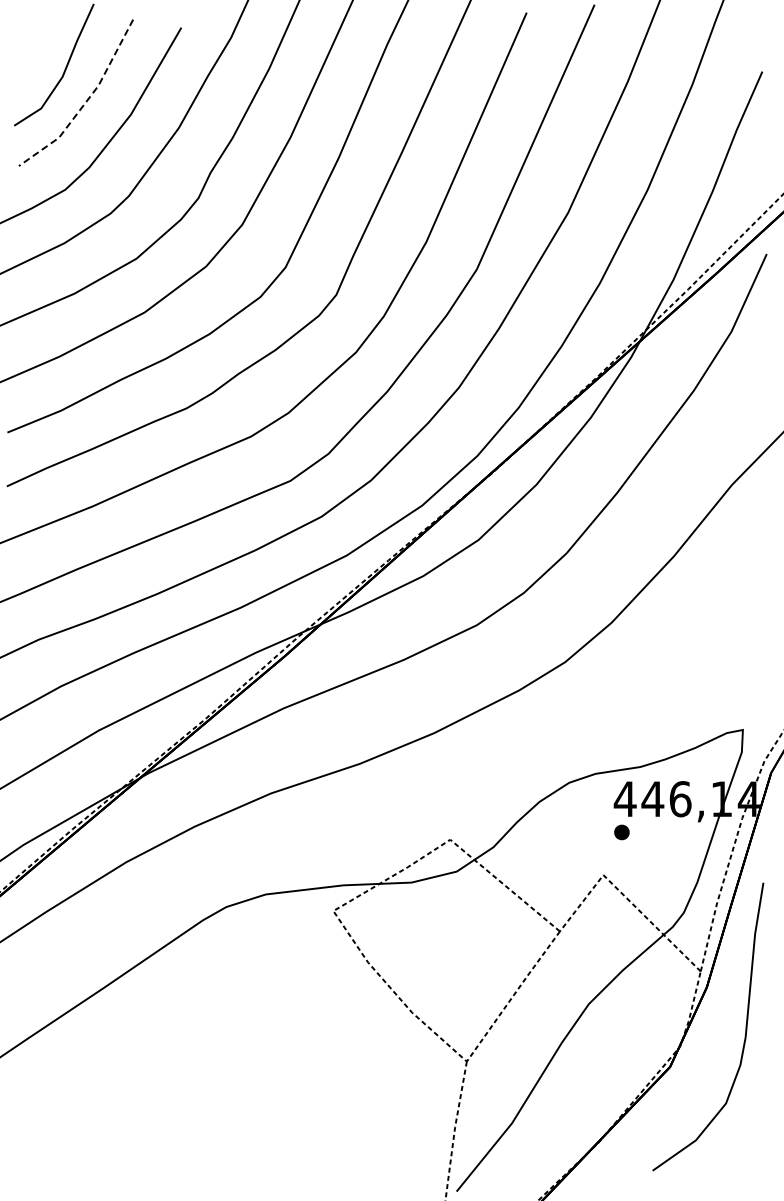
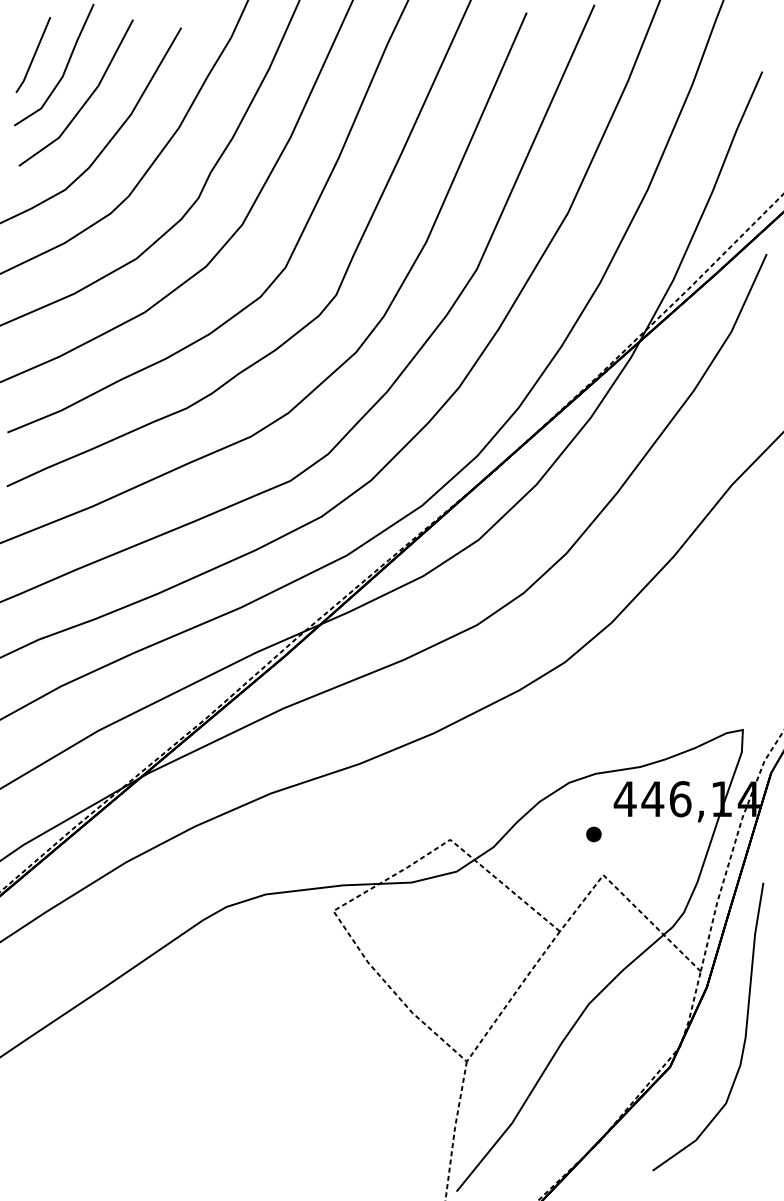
line at (33, 54): none -> present
line at (86, 101): dashed -> solid
part at (621, 832) position: (621, 832) -> (593, 834)
